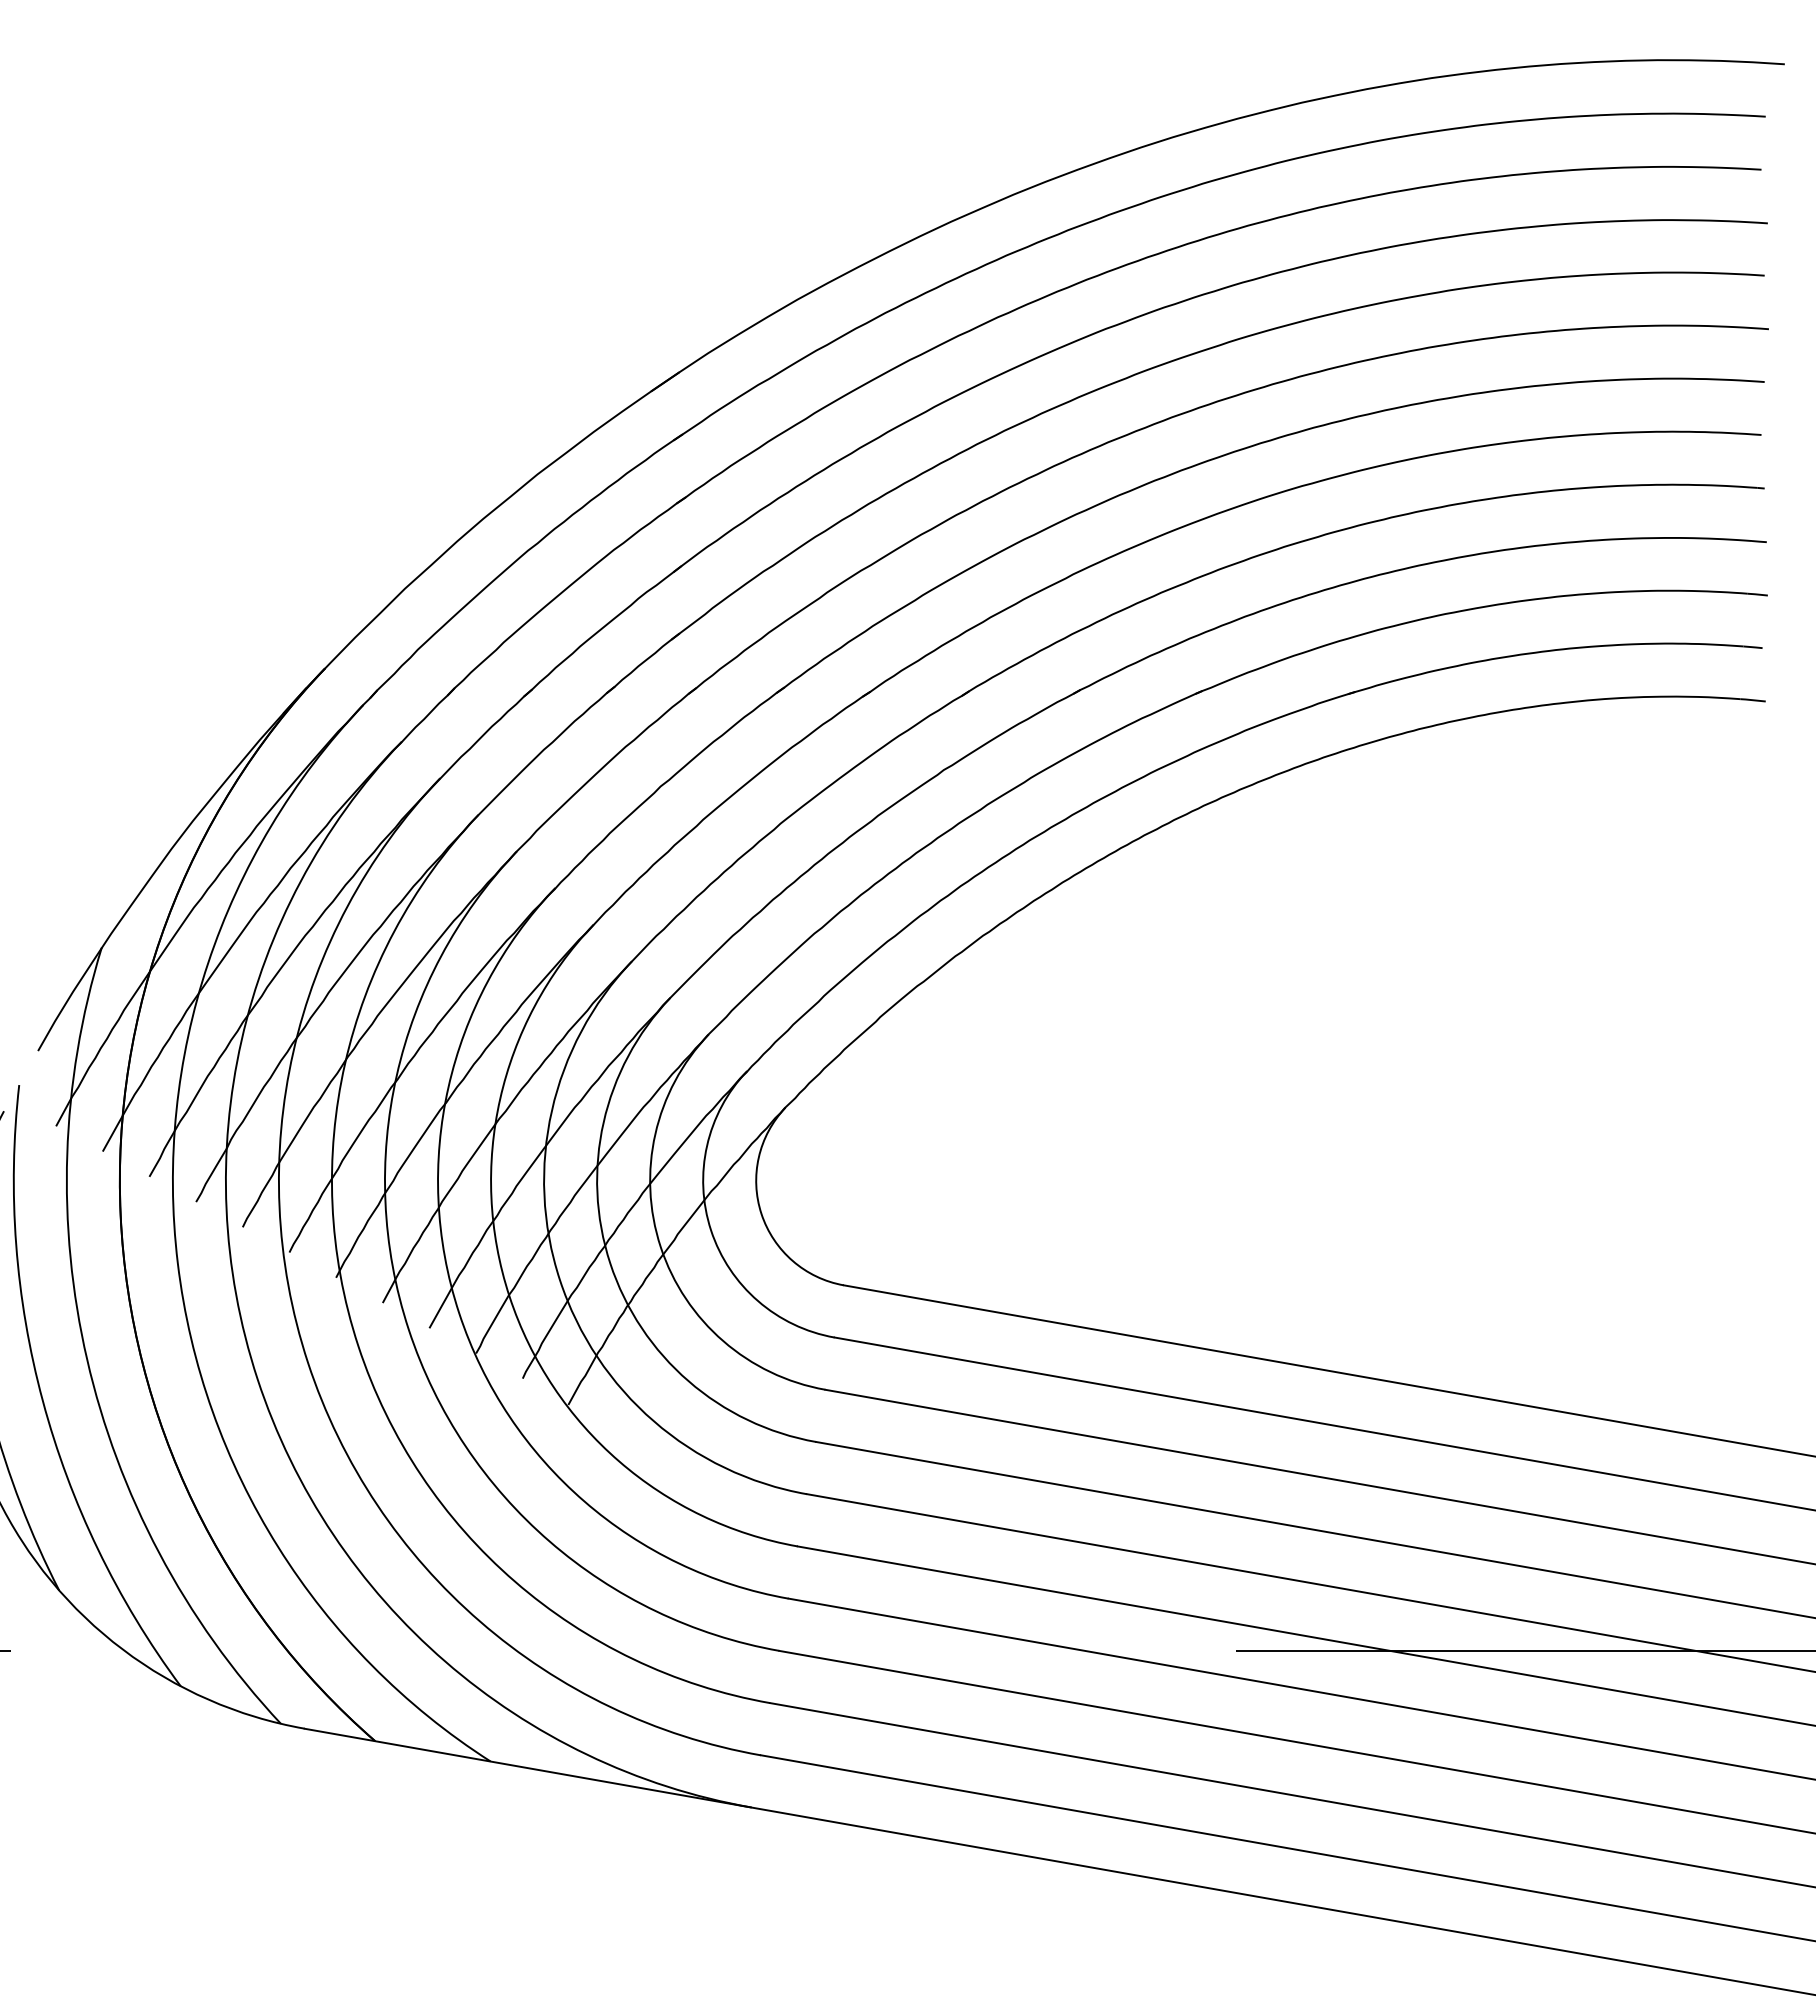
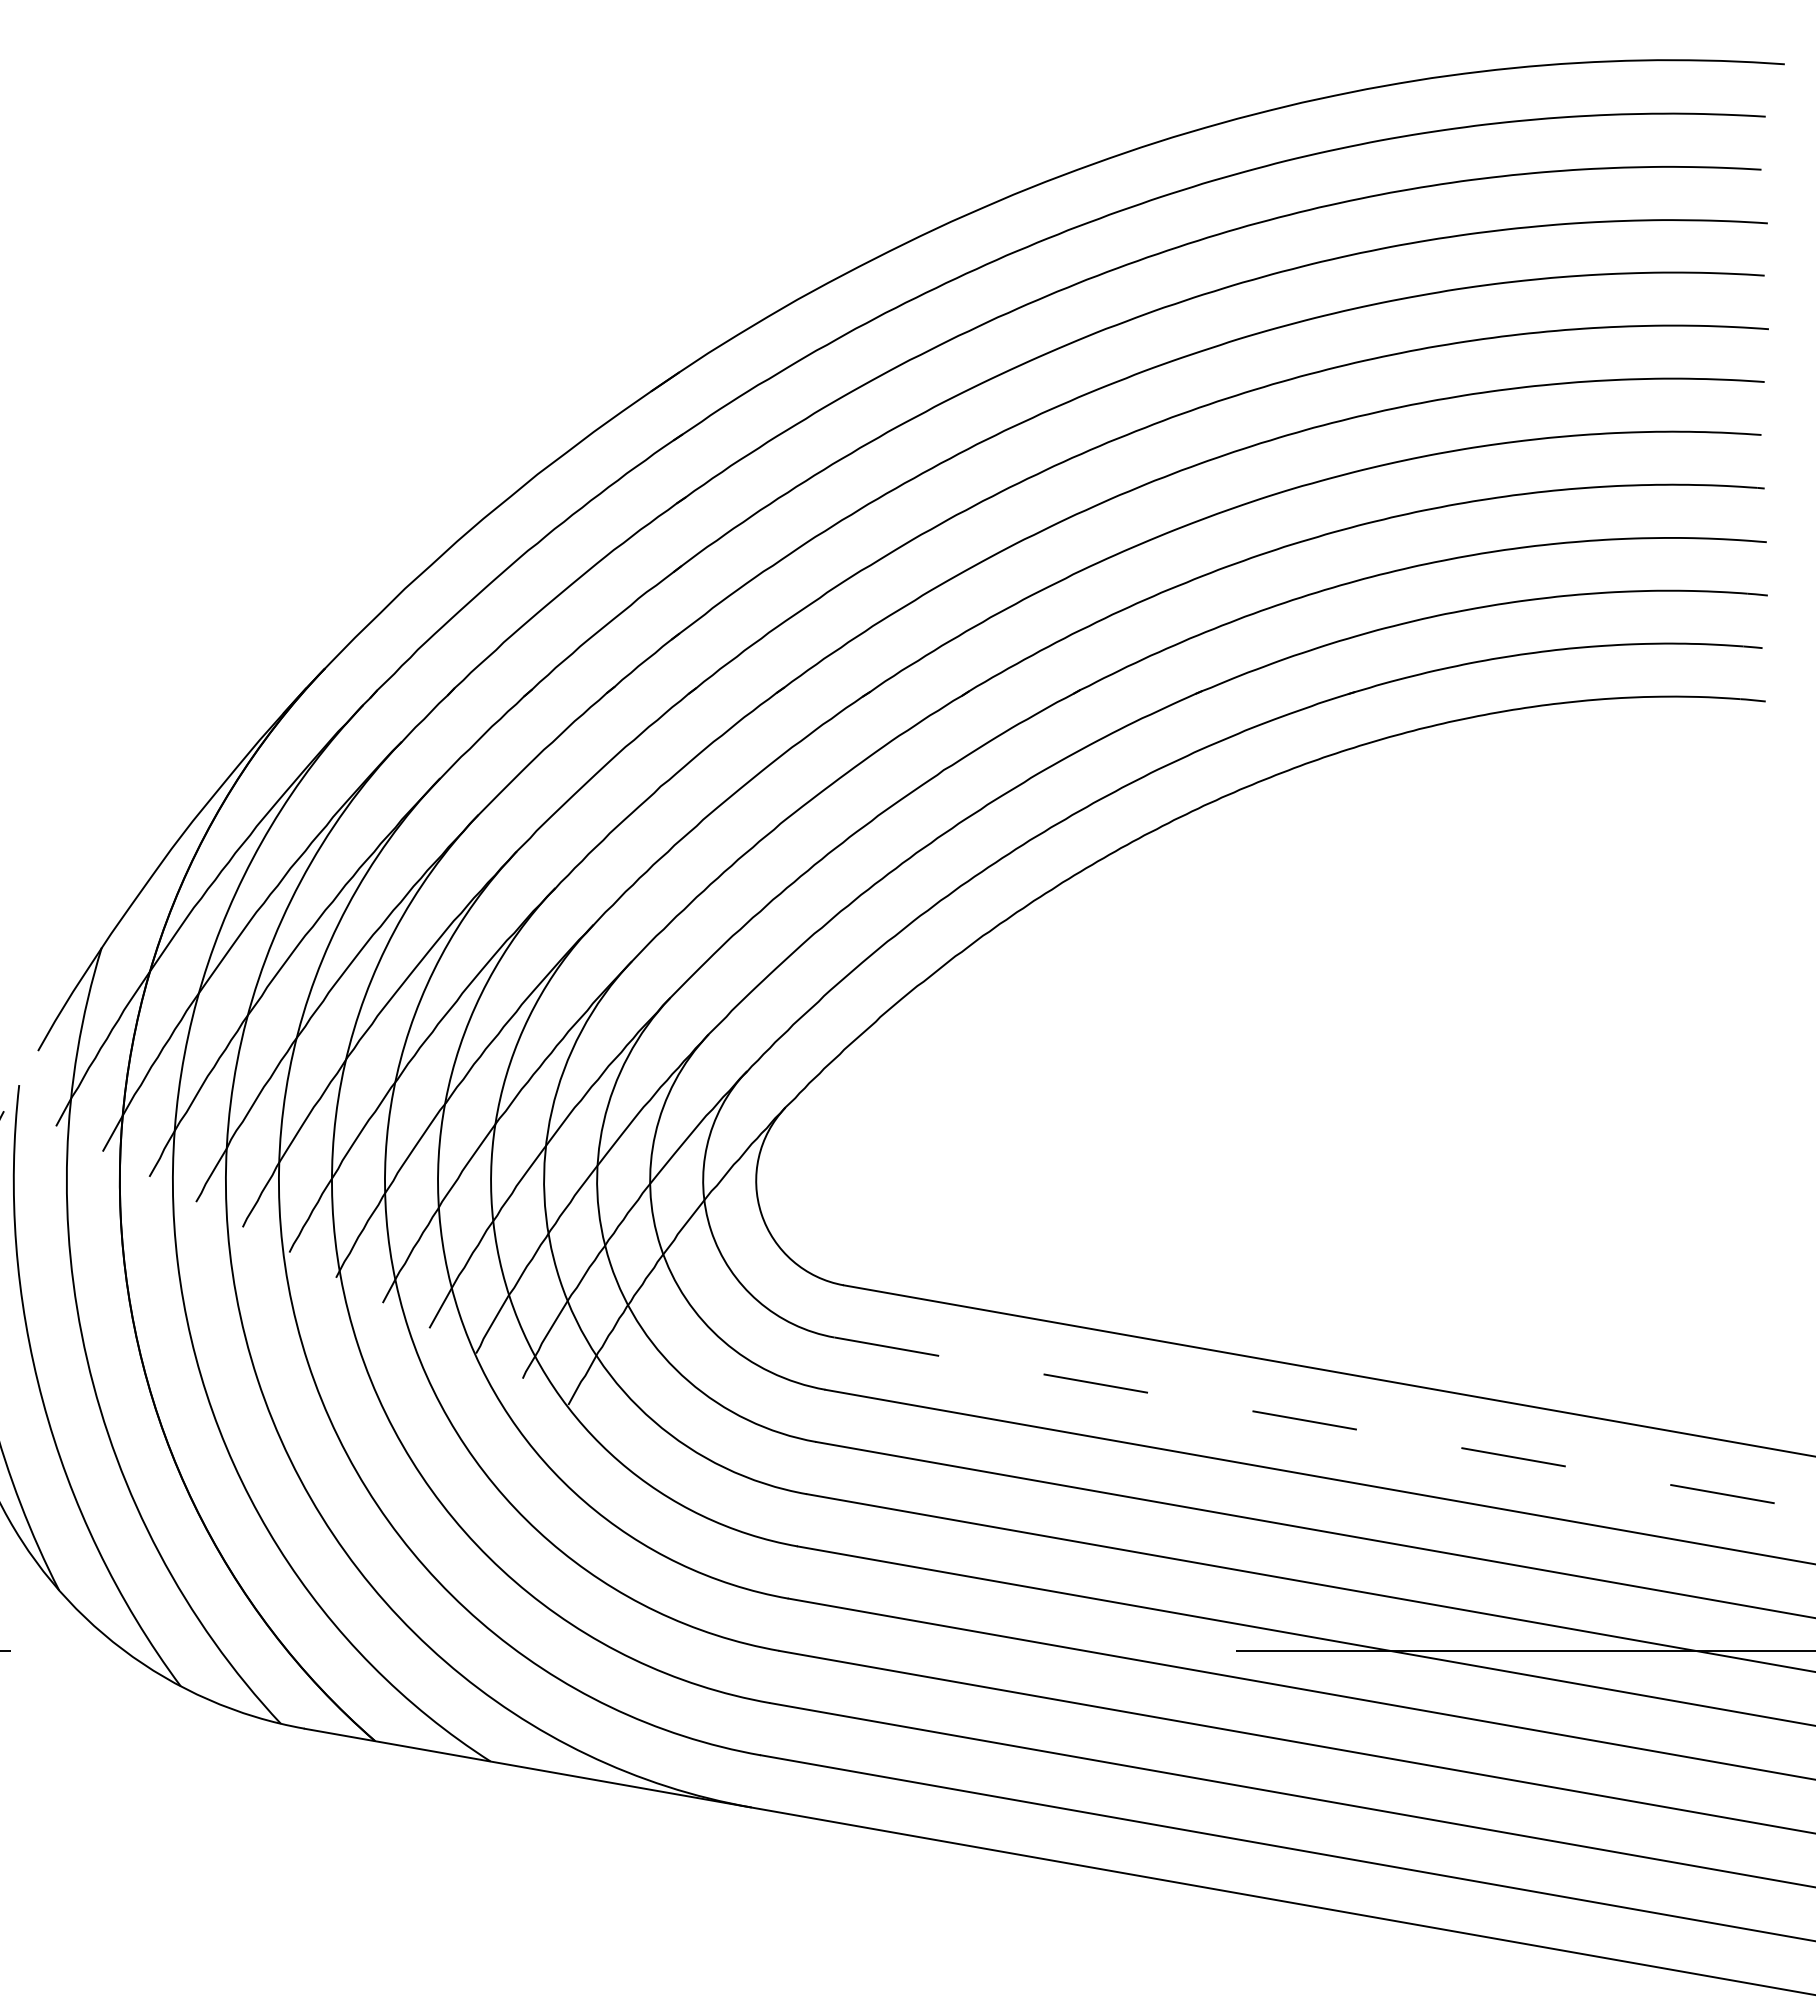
line at (1324, 1423): solid -> dashed
